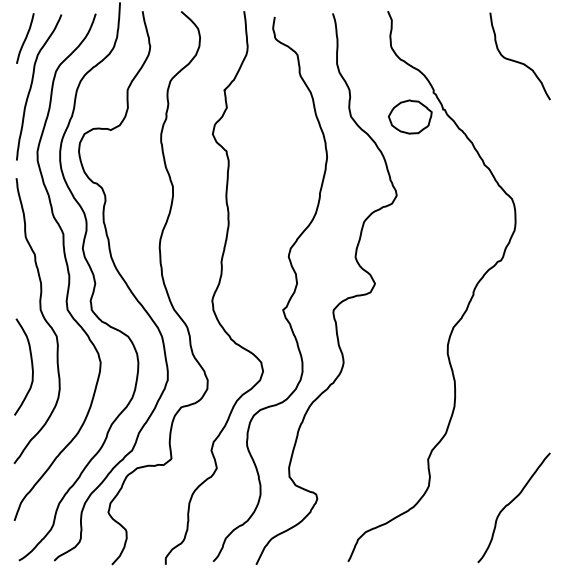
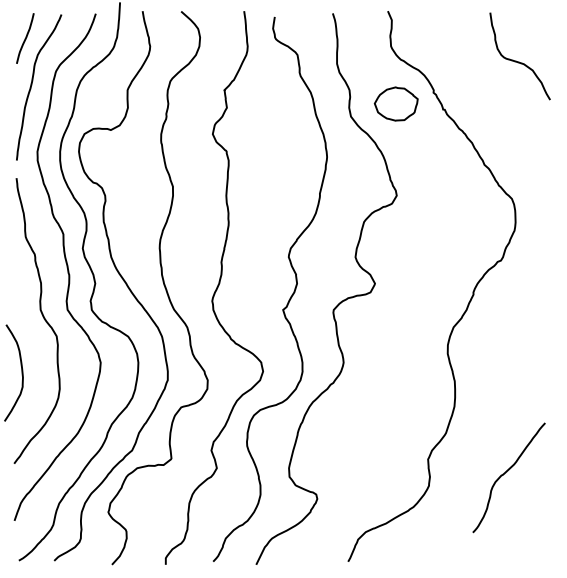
part at (409, 116) position: (409, 116) -> (395, 103)
curve at (31, 366) position: (31, 366) -> (21, 372)
curve at (510, 503) position: (510, 503) -> (505, 473)
